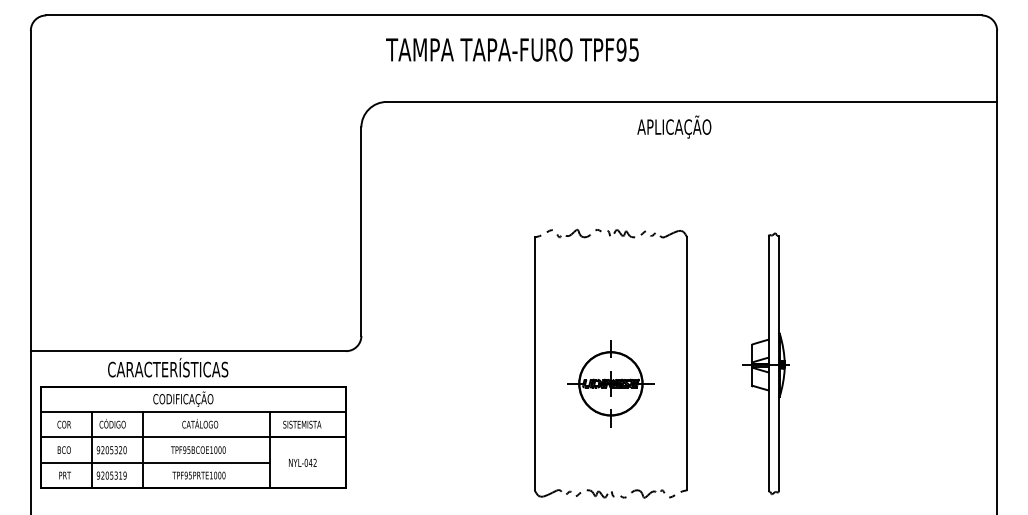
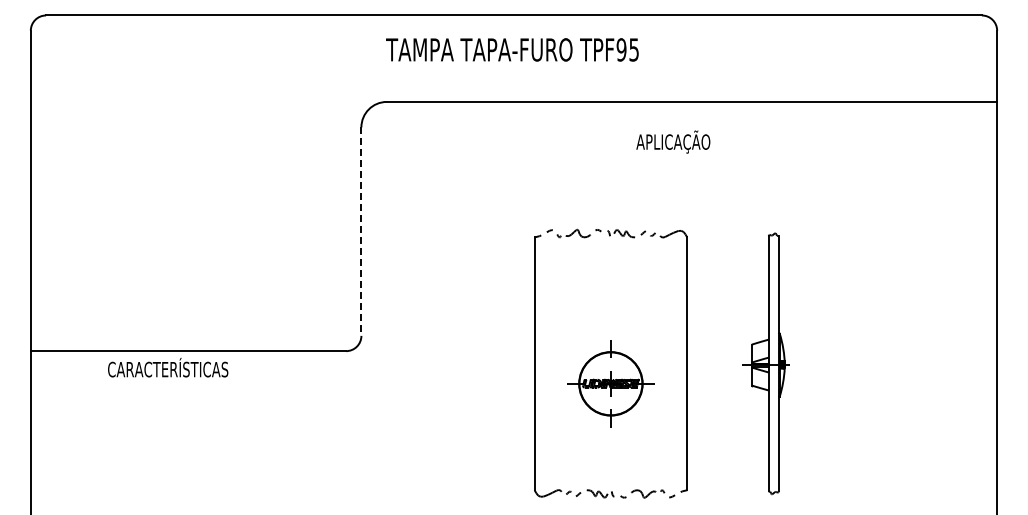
text at (674, 126) position: (674, 126) -> (673, 141)
line at (361, 232): solid -> dashed
part at (193, 437): present -> none
